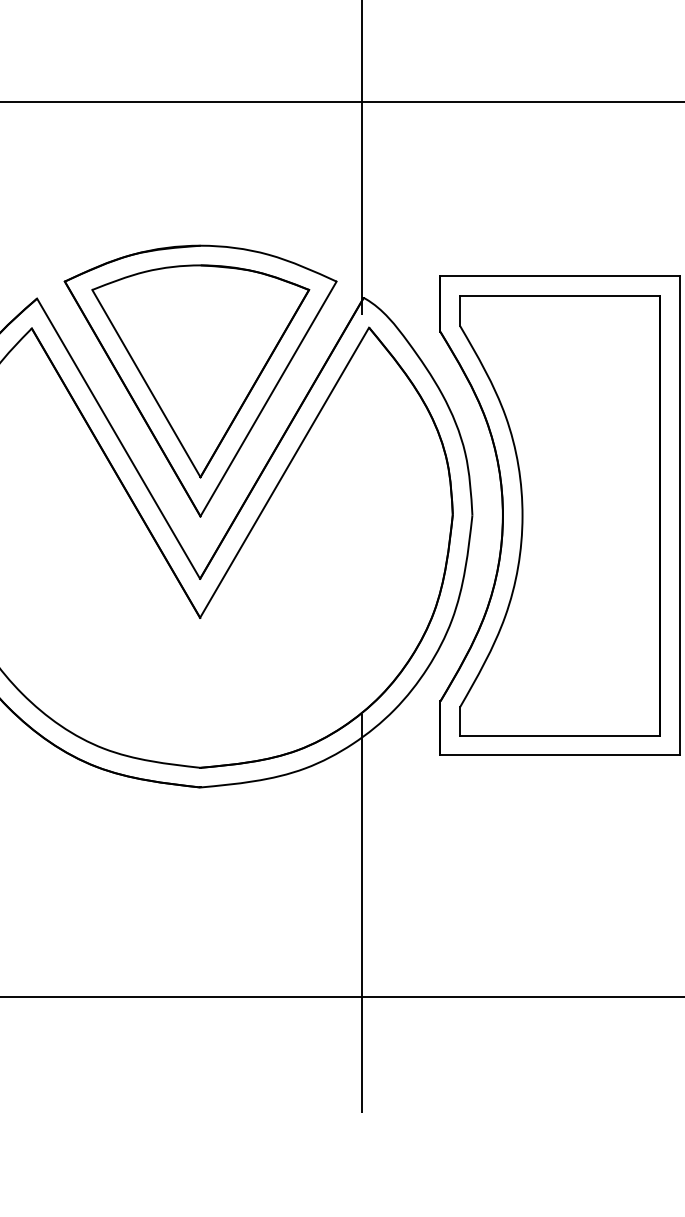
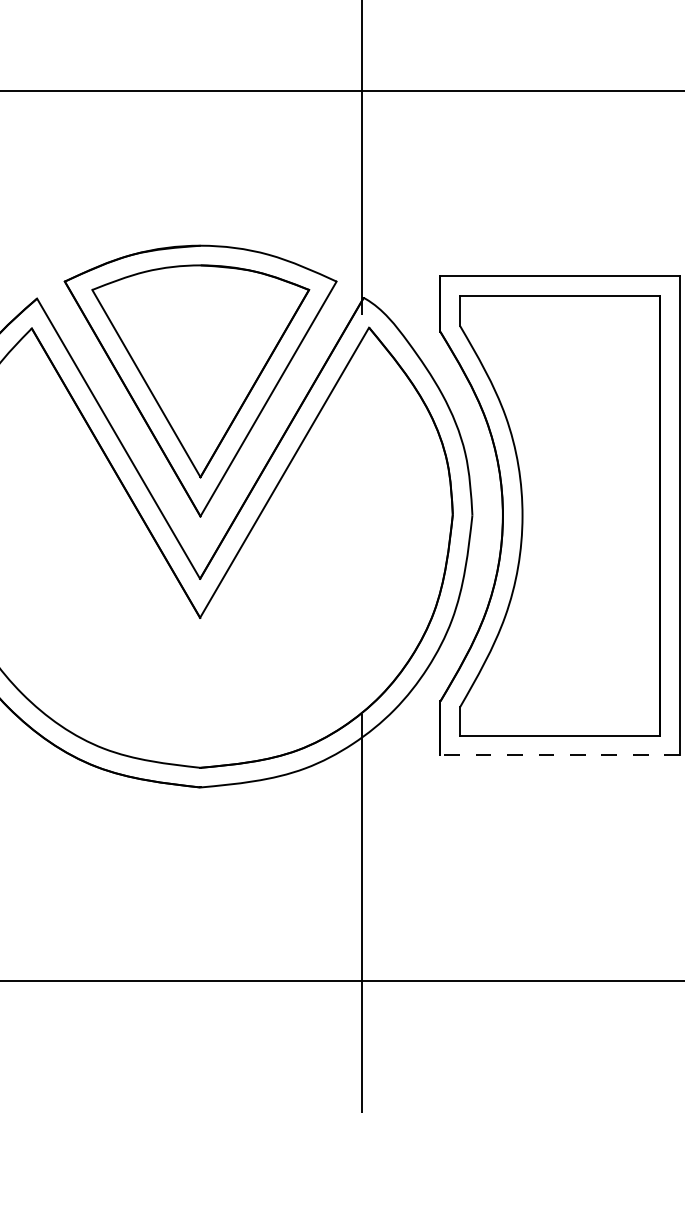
line at (341, 102) position: (341, 102) -> (341, 91)
line at (560, 755): solid -> dashed
line at (341, 996) position: (341, 996) -> (341, 980)
